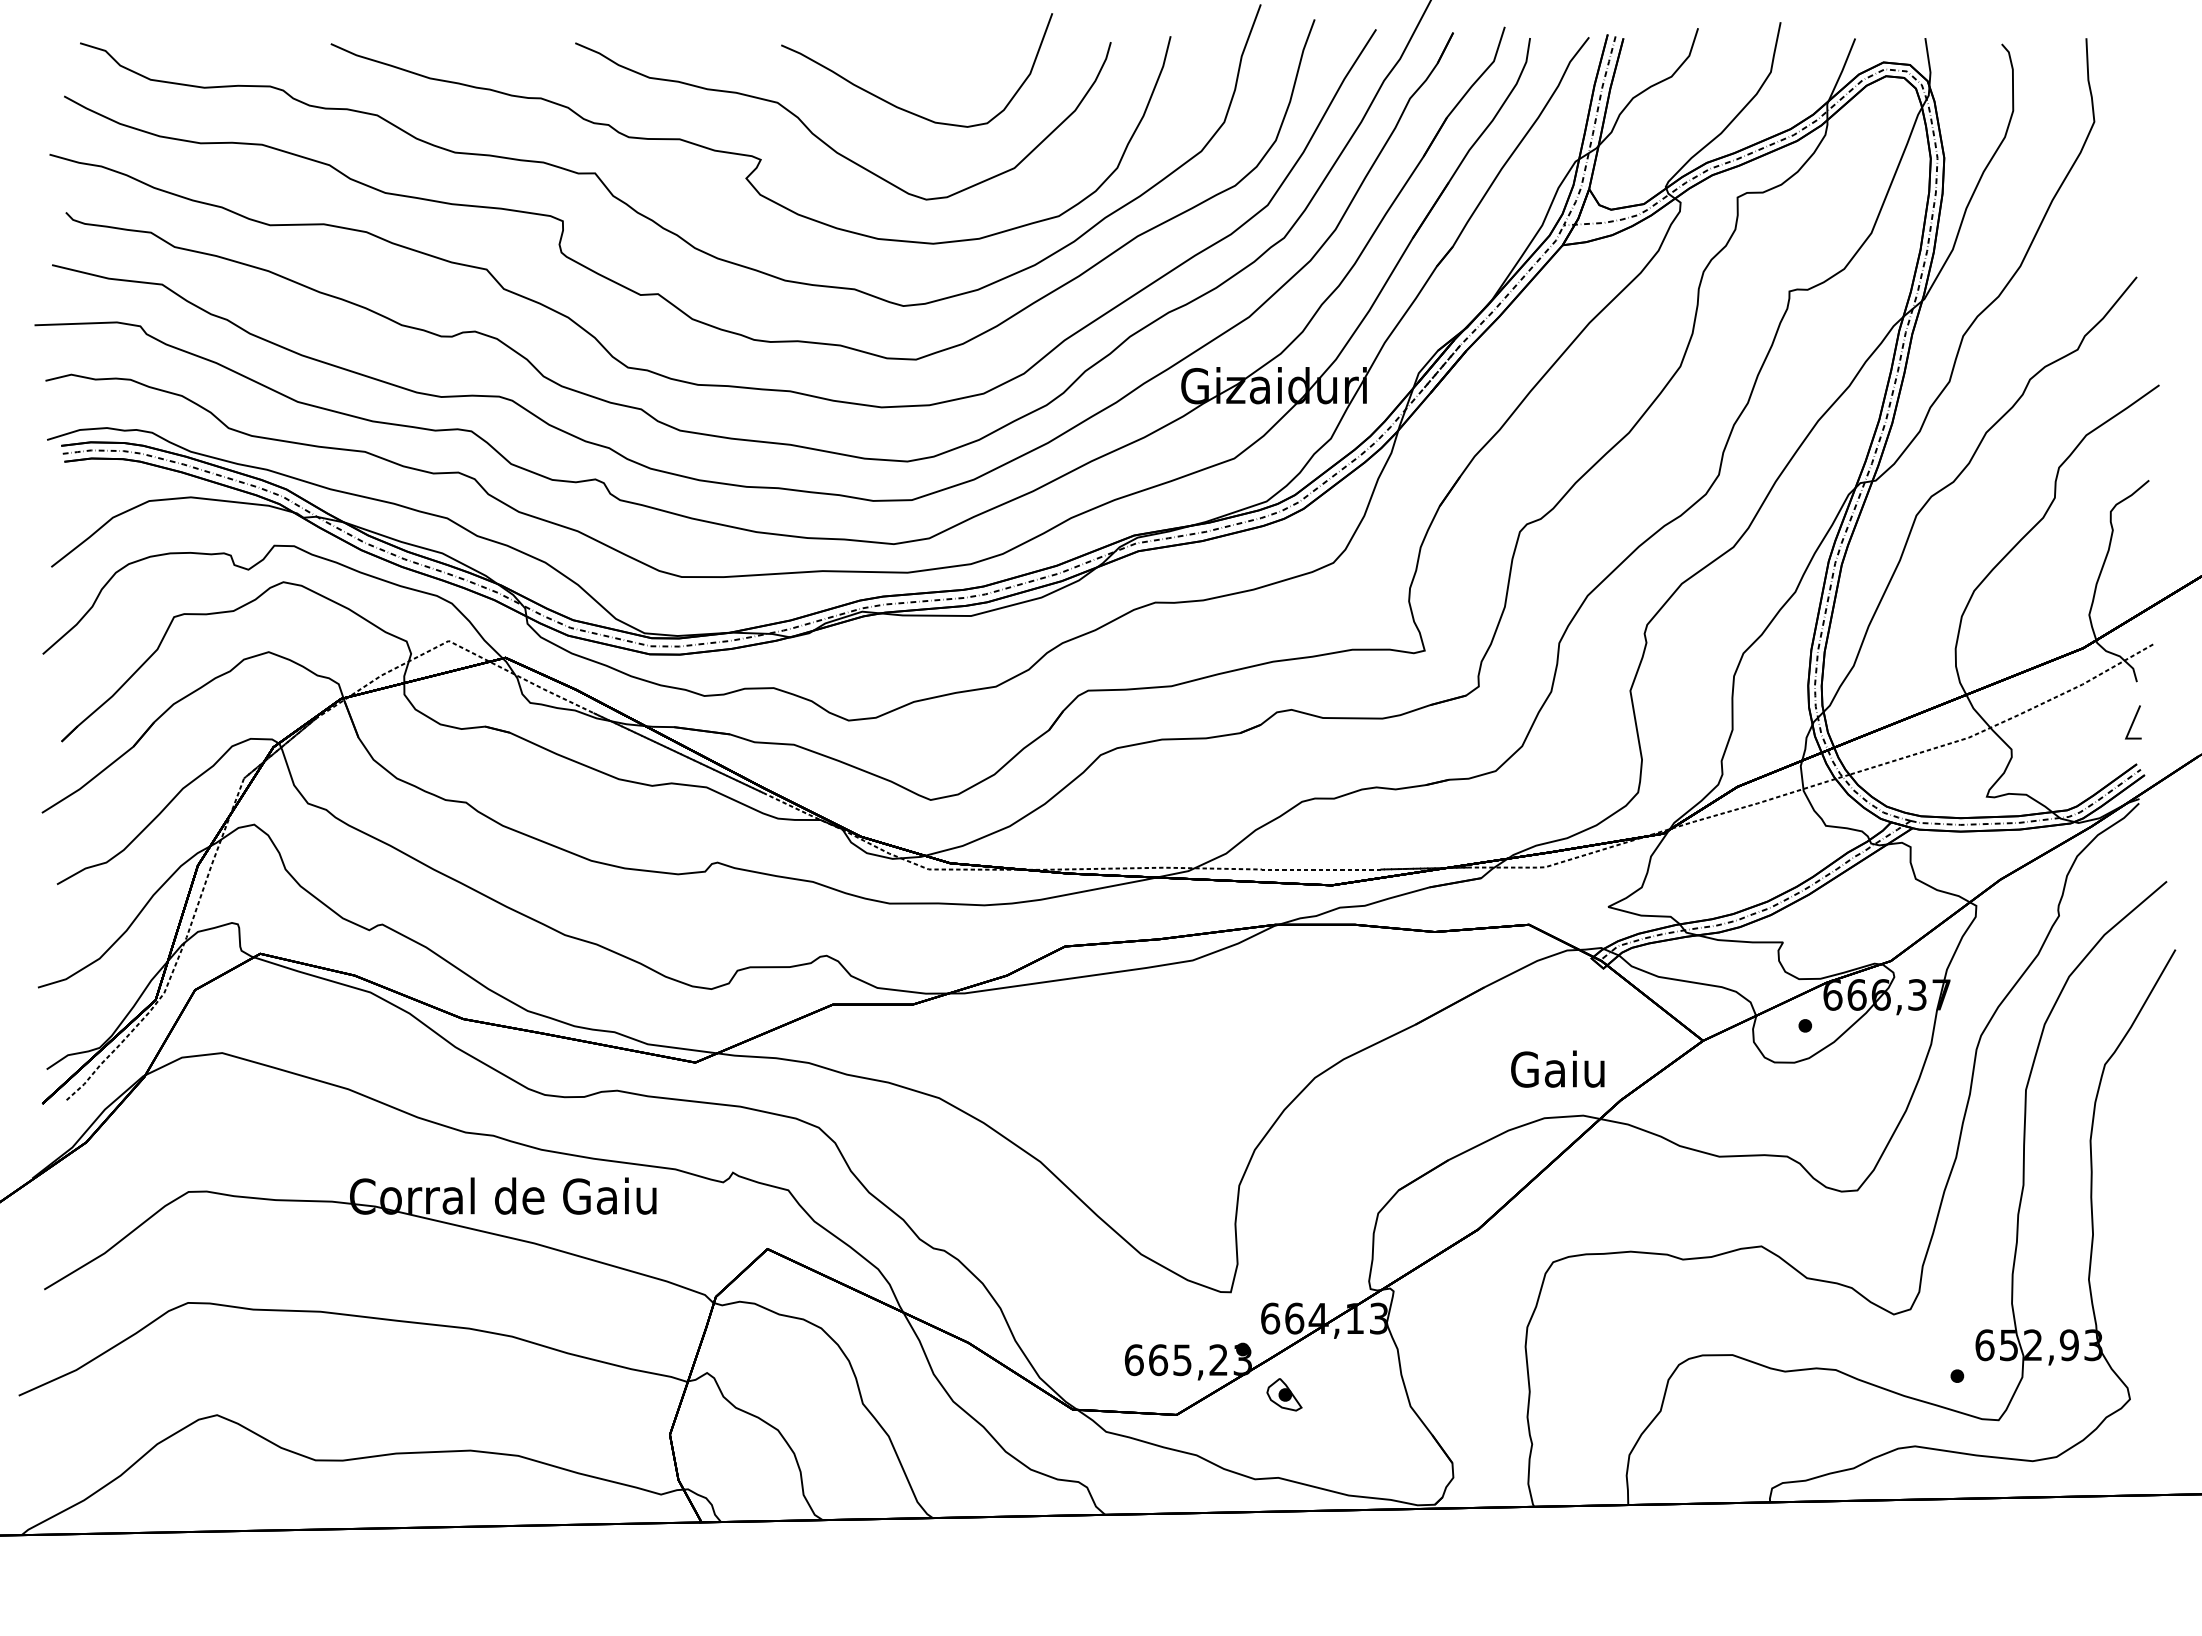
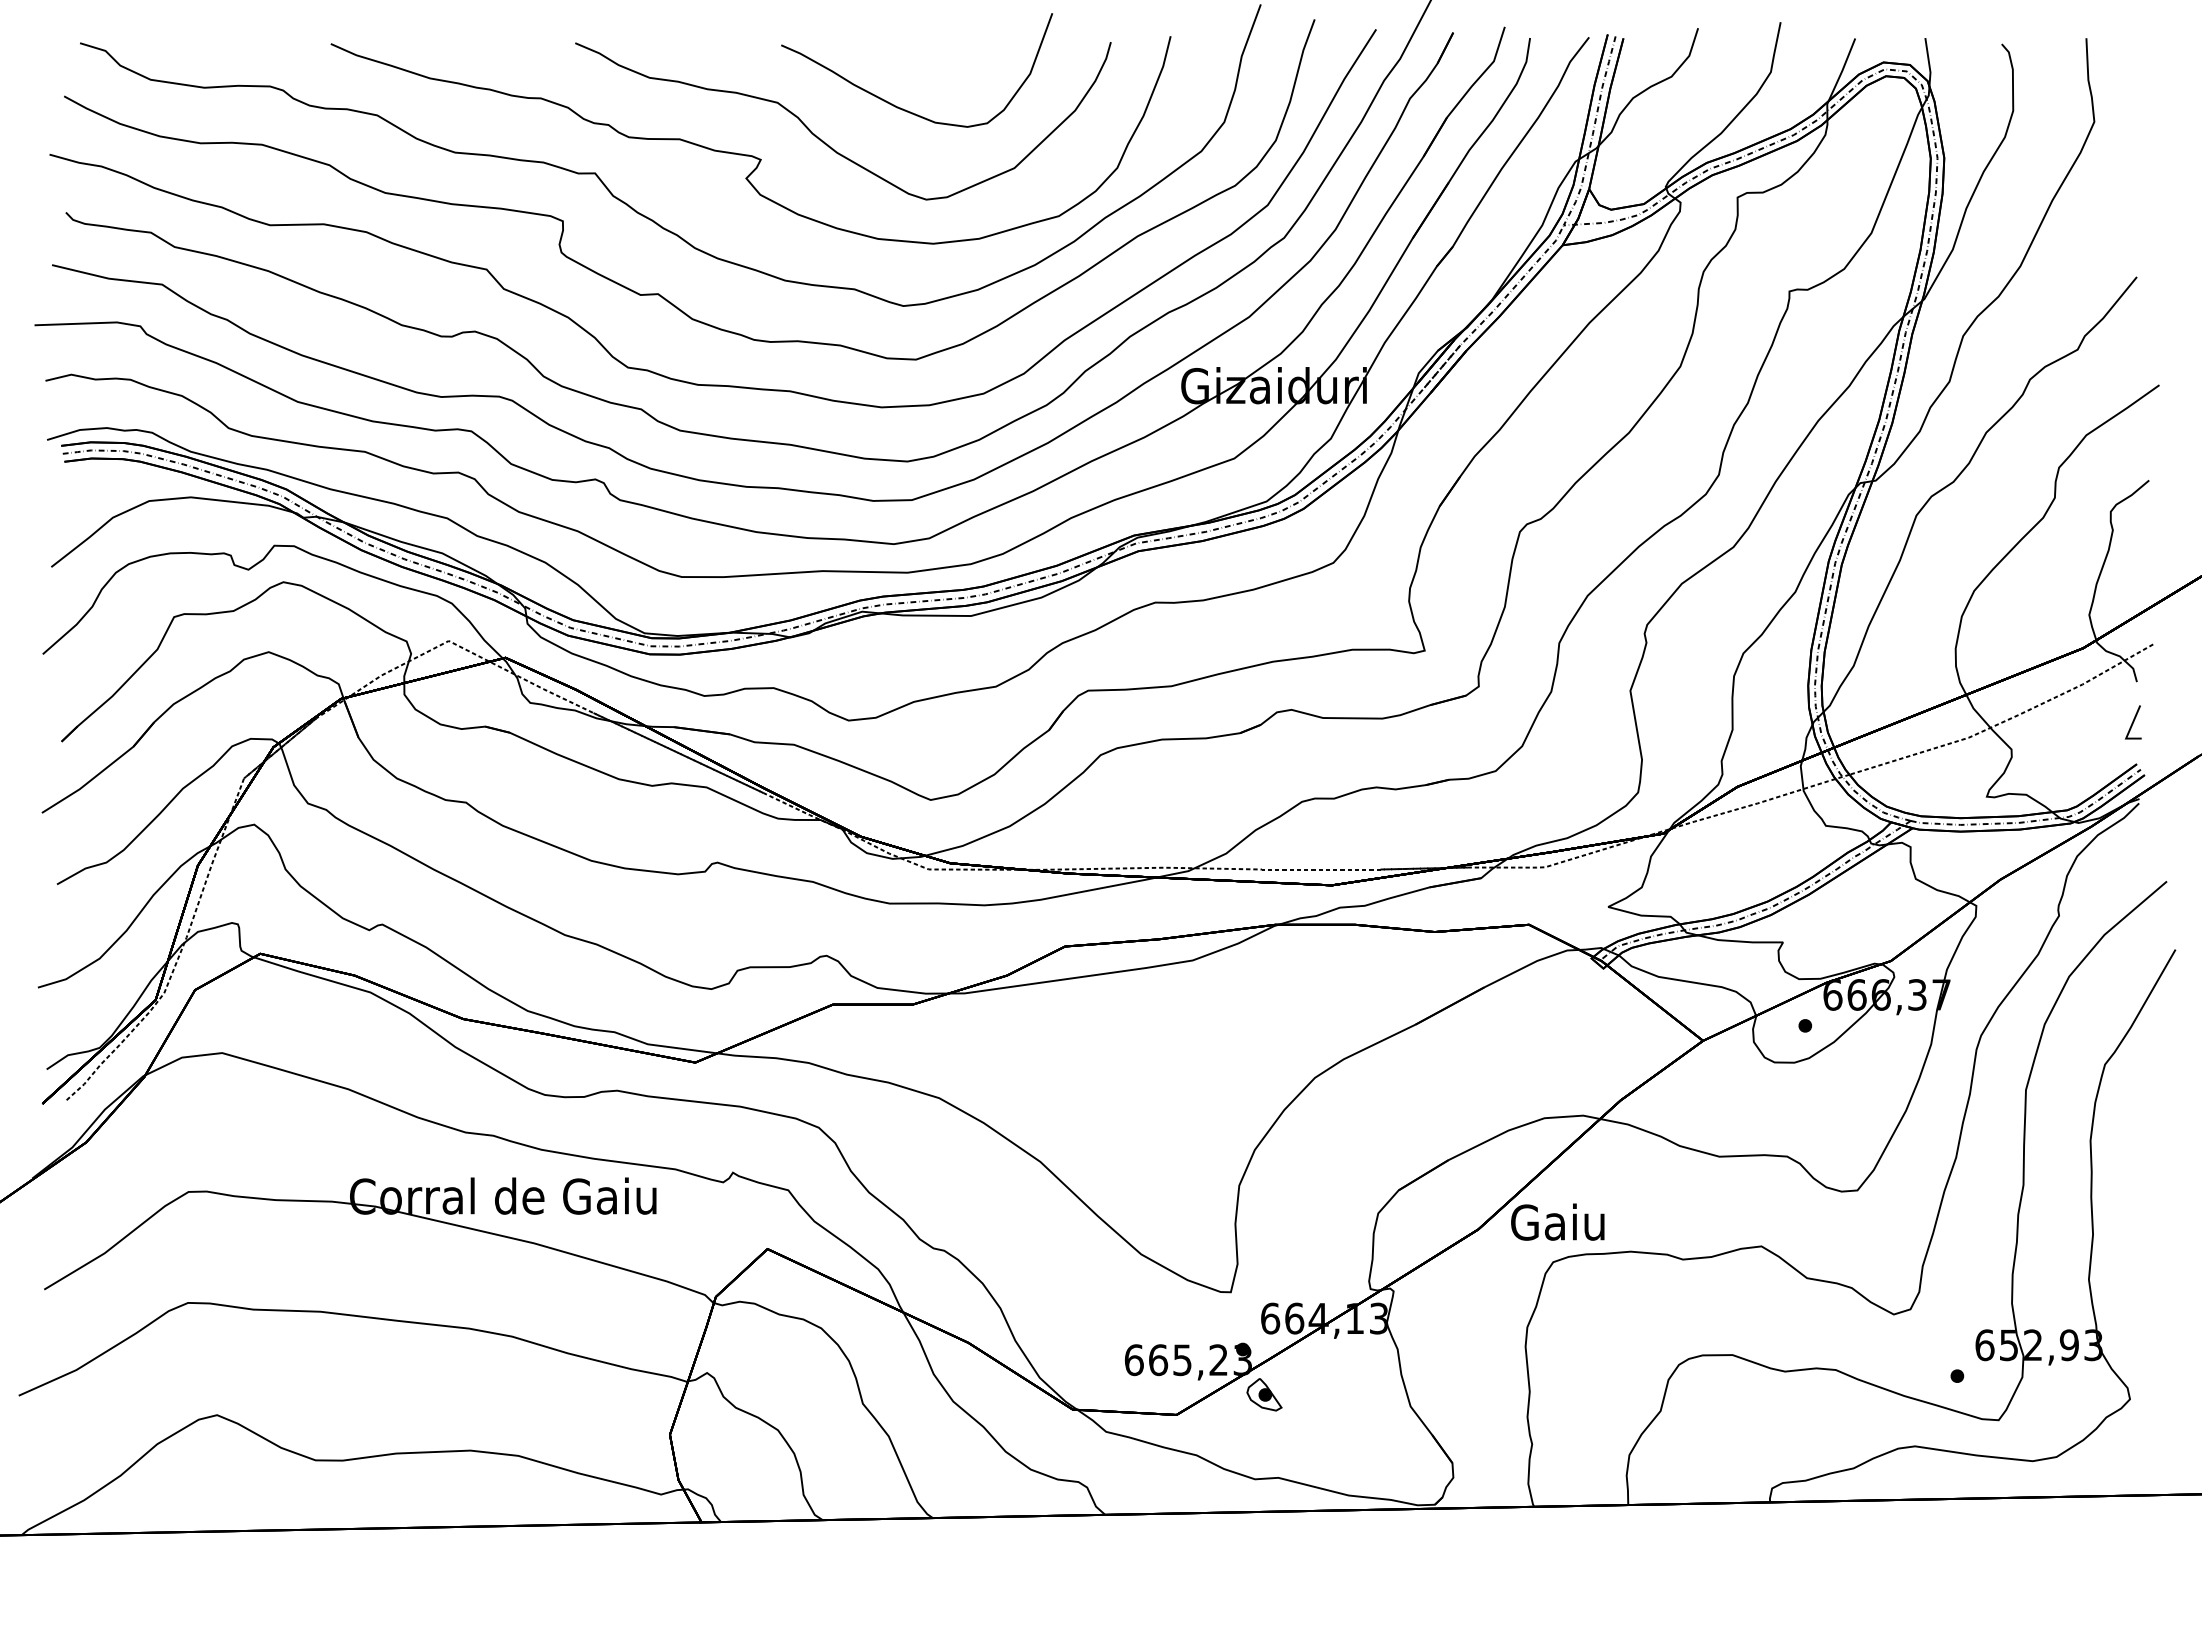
text at (1557, 1068) position: (1557, 1068) -> (1557, 1221)
part at (1284, 1394) position: (1284, 1394) -> (1264, 1394)
